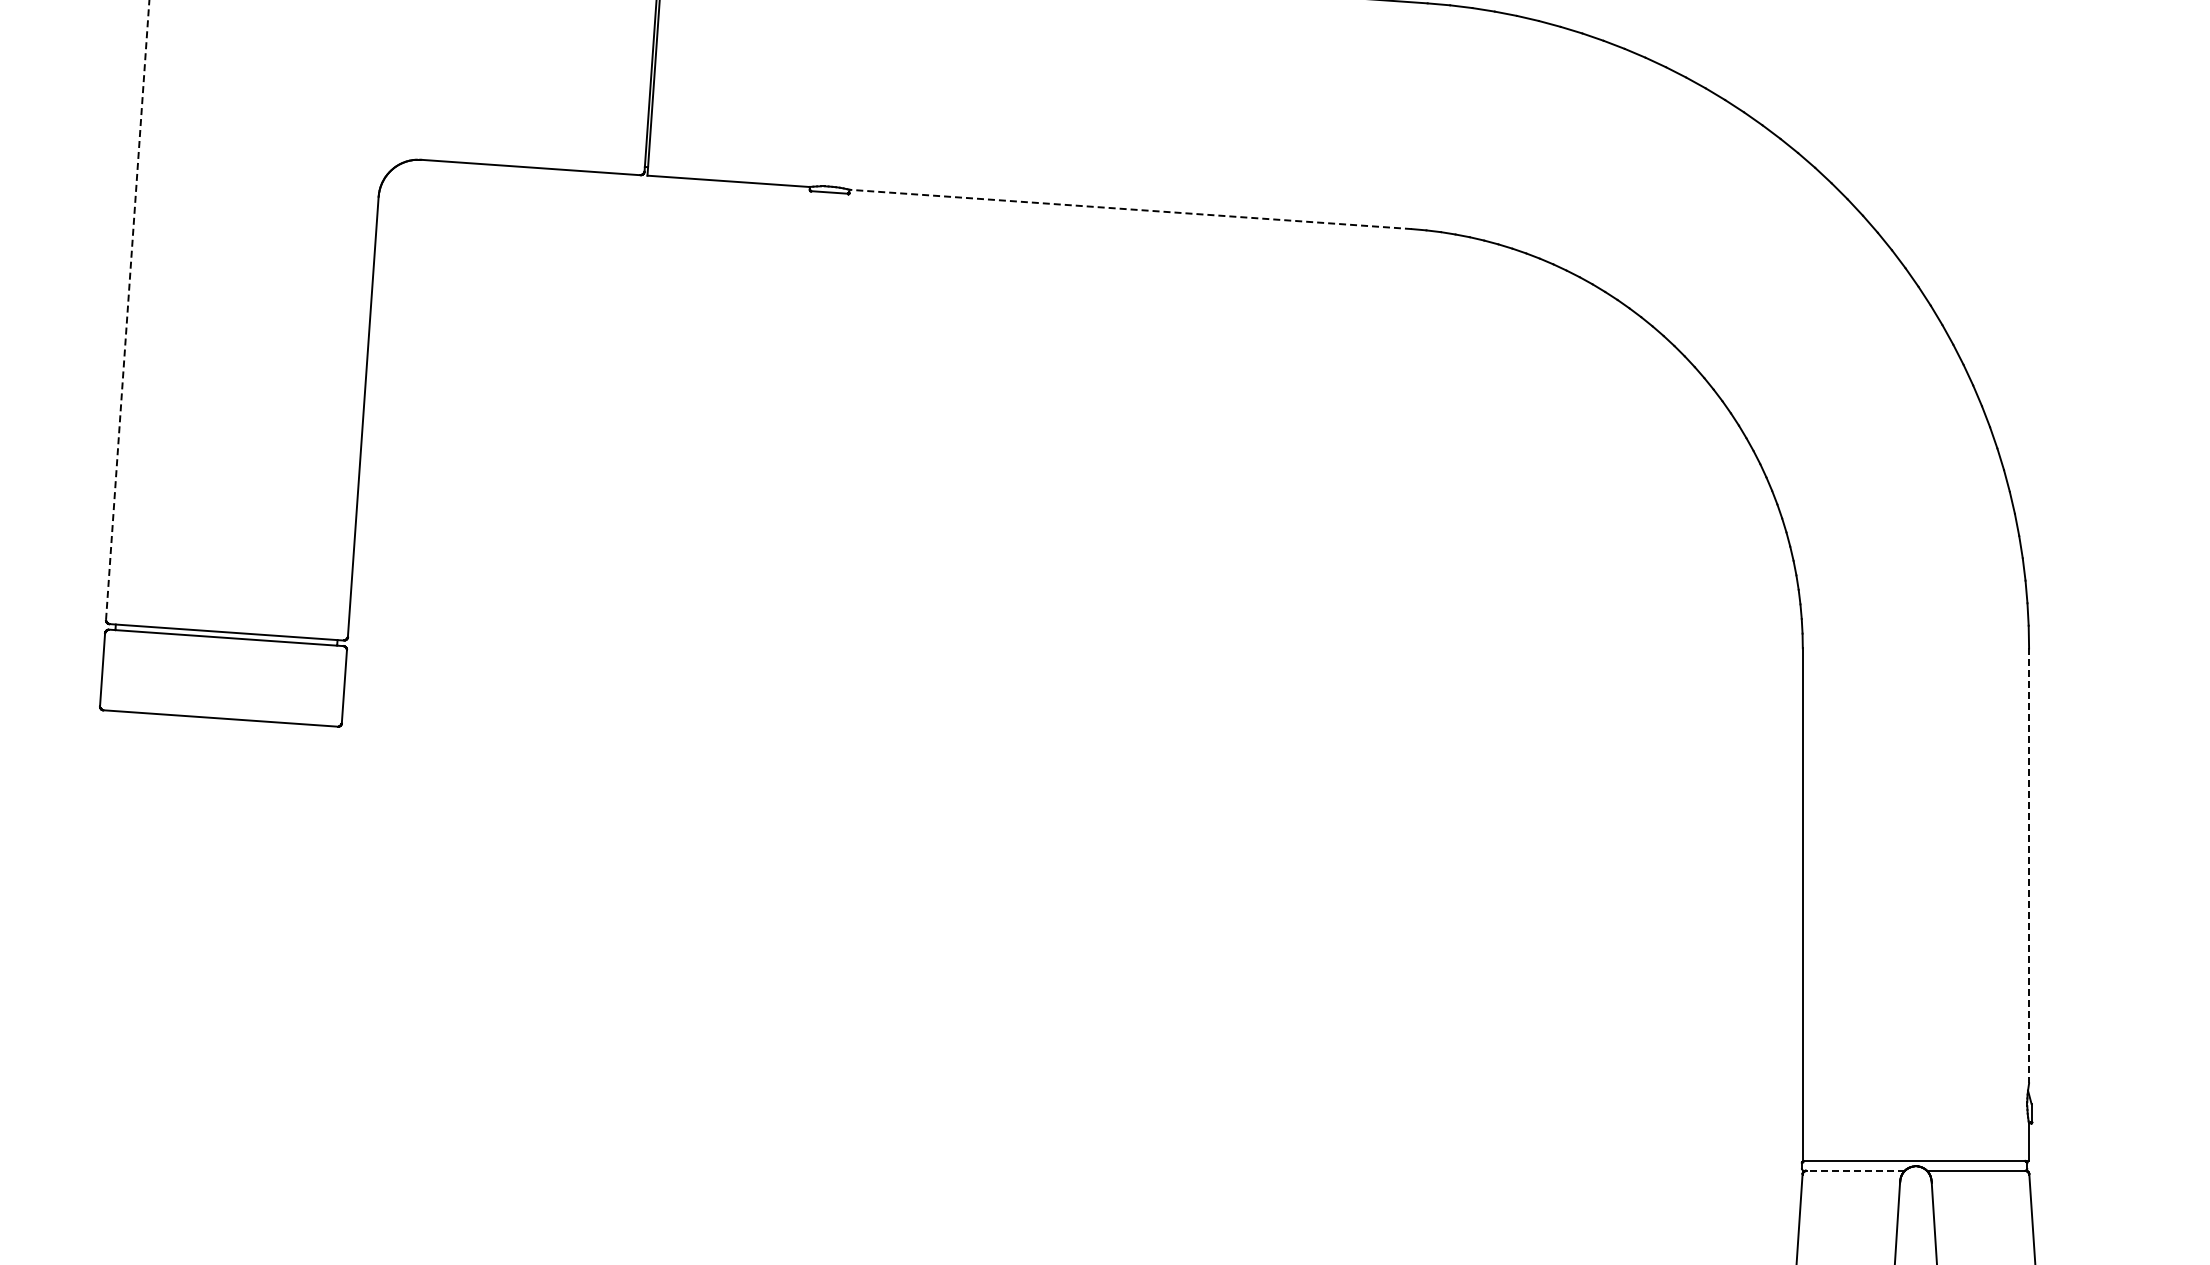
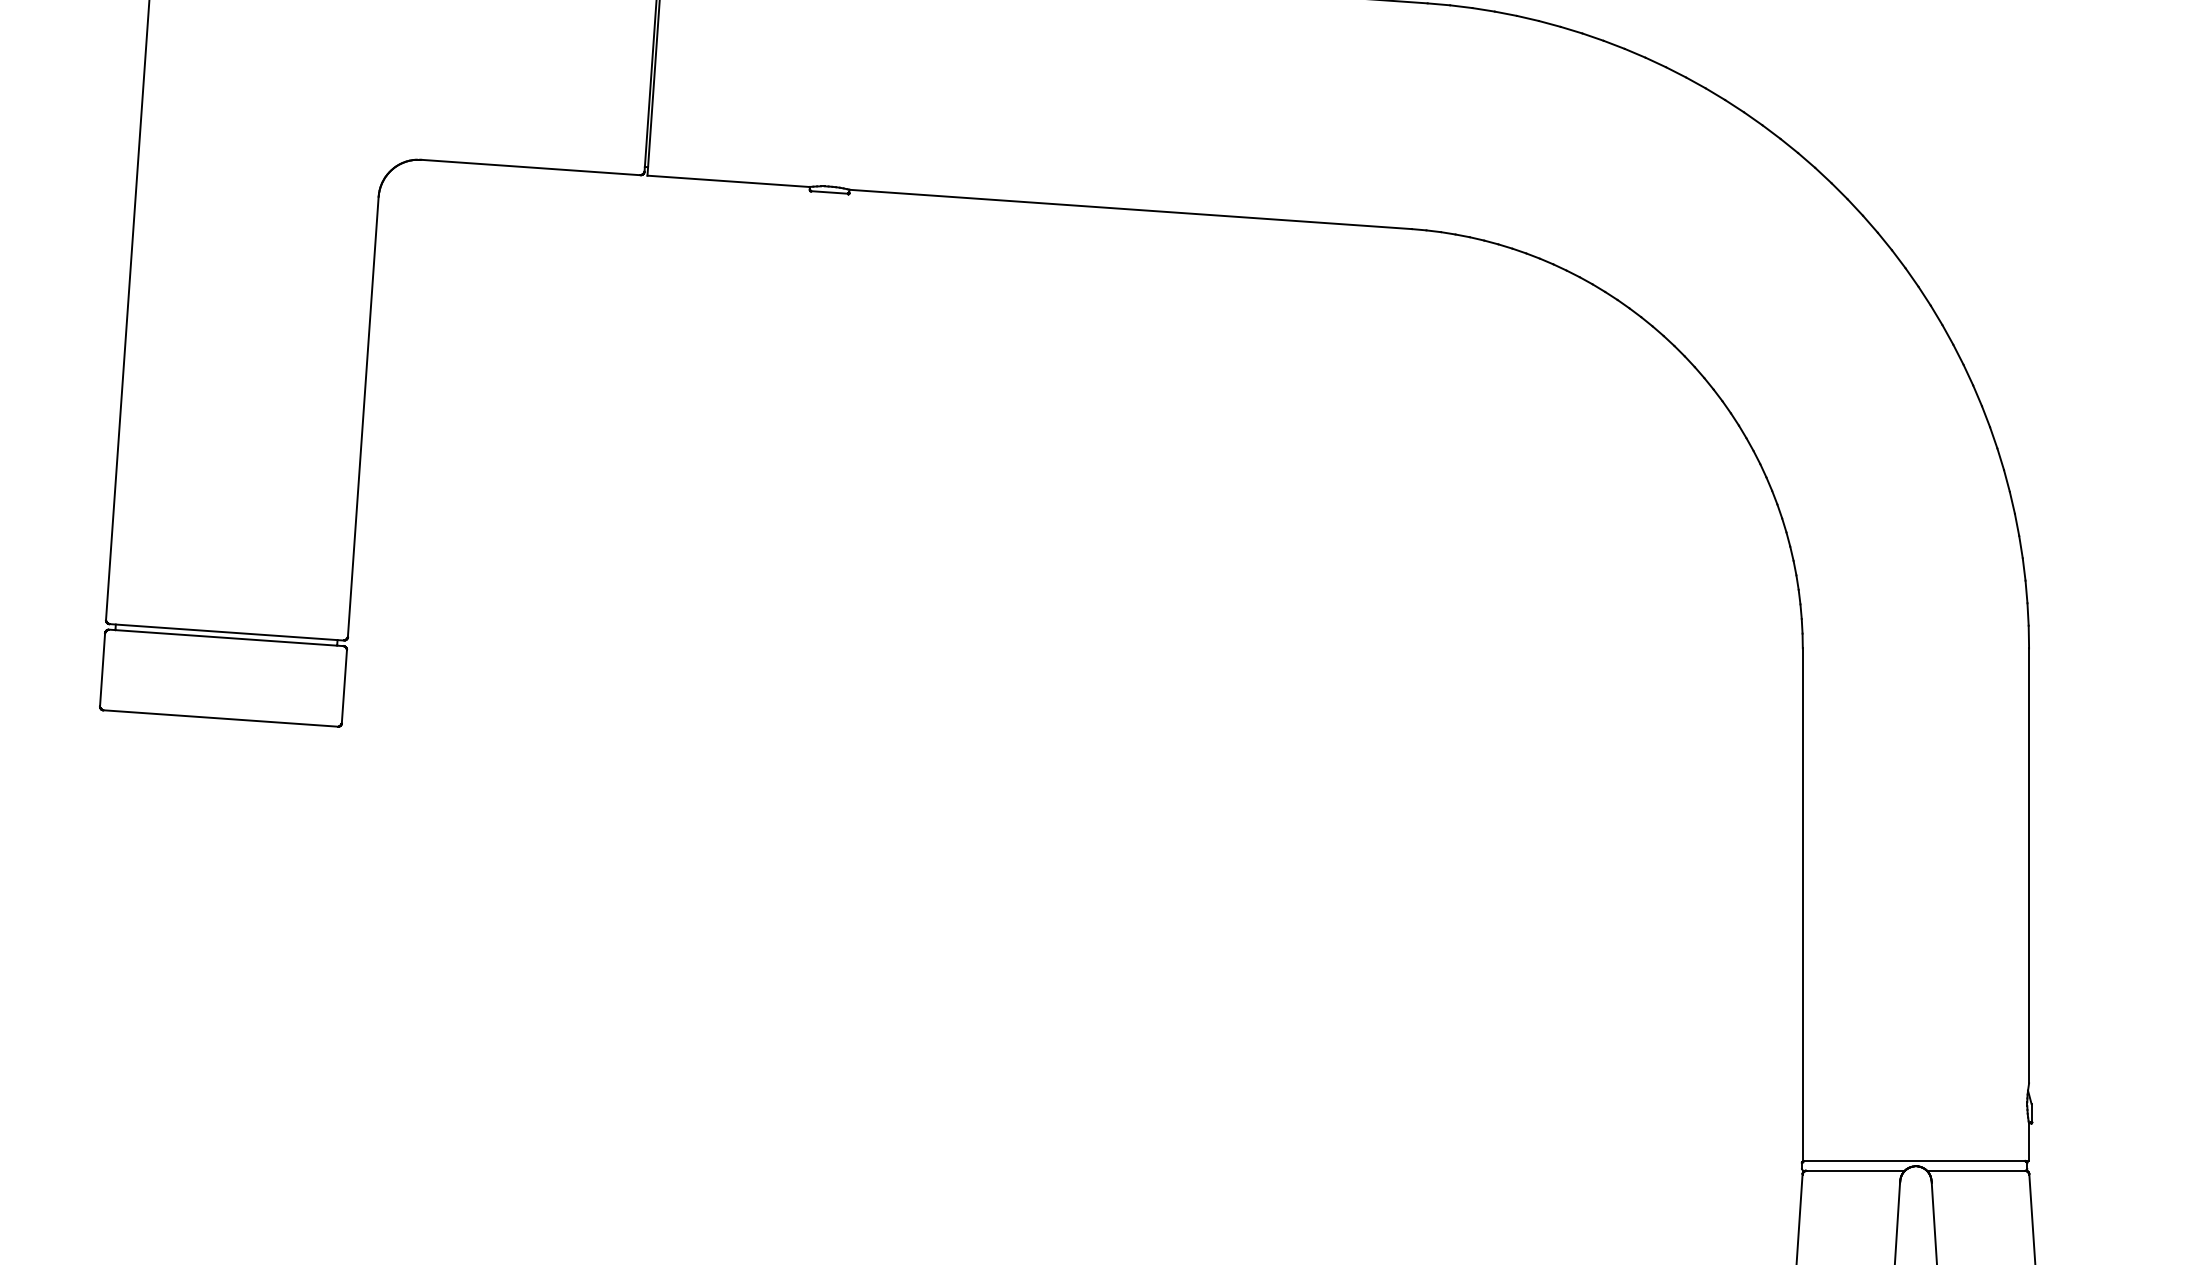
line at (1130, 209): dashed -> solid
line at (127, 309): dashed -> solid
line at (2029, 865): dashed -> solid
line at (1855, 1170): dashed -> solid
